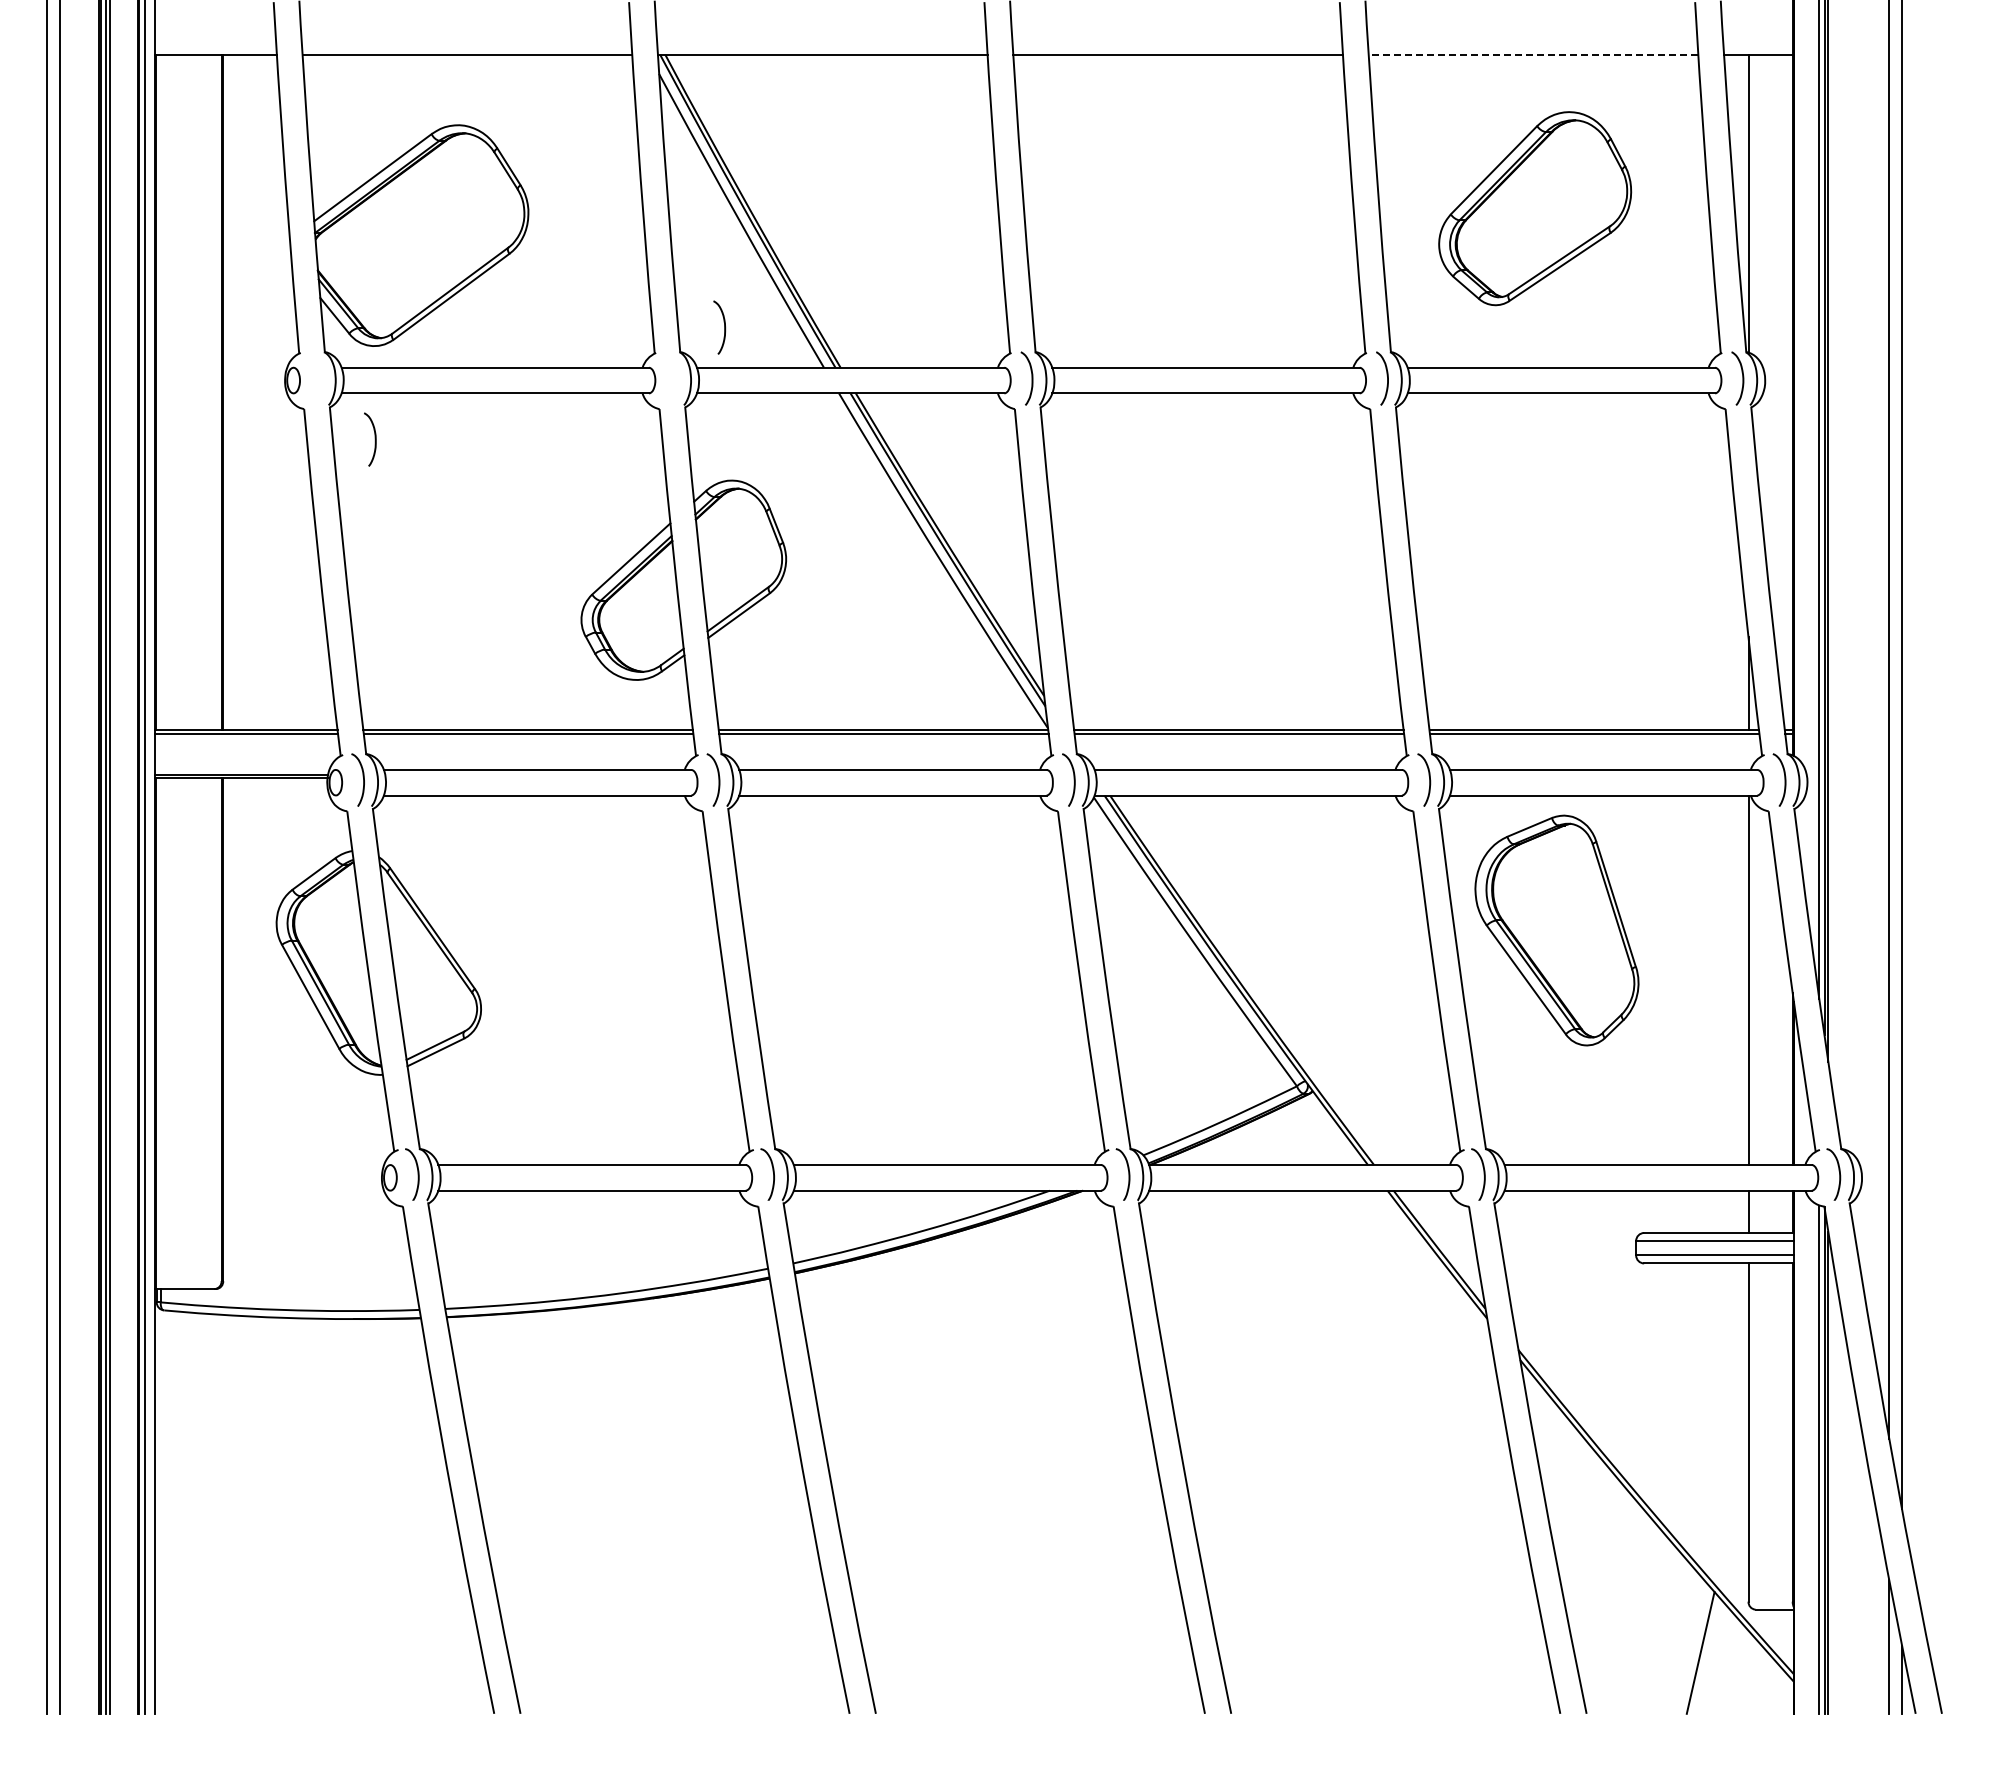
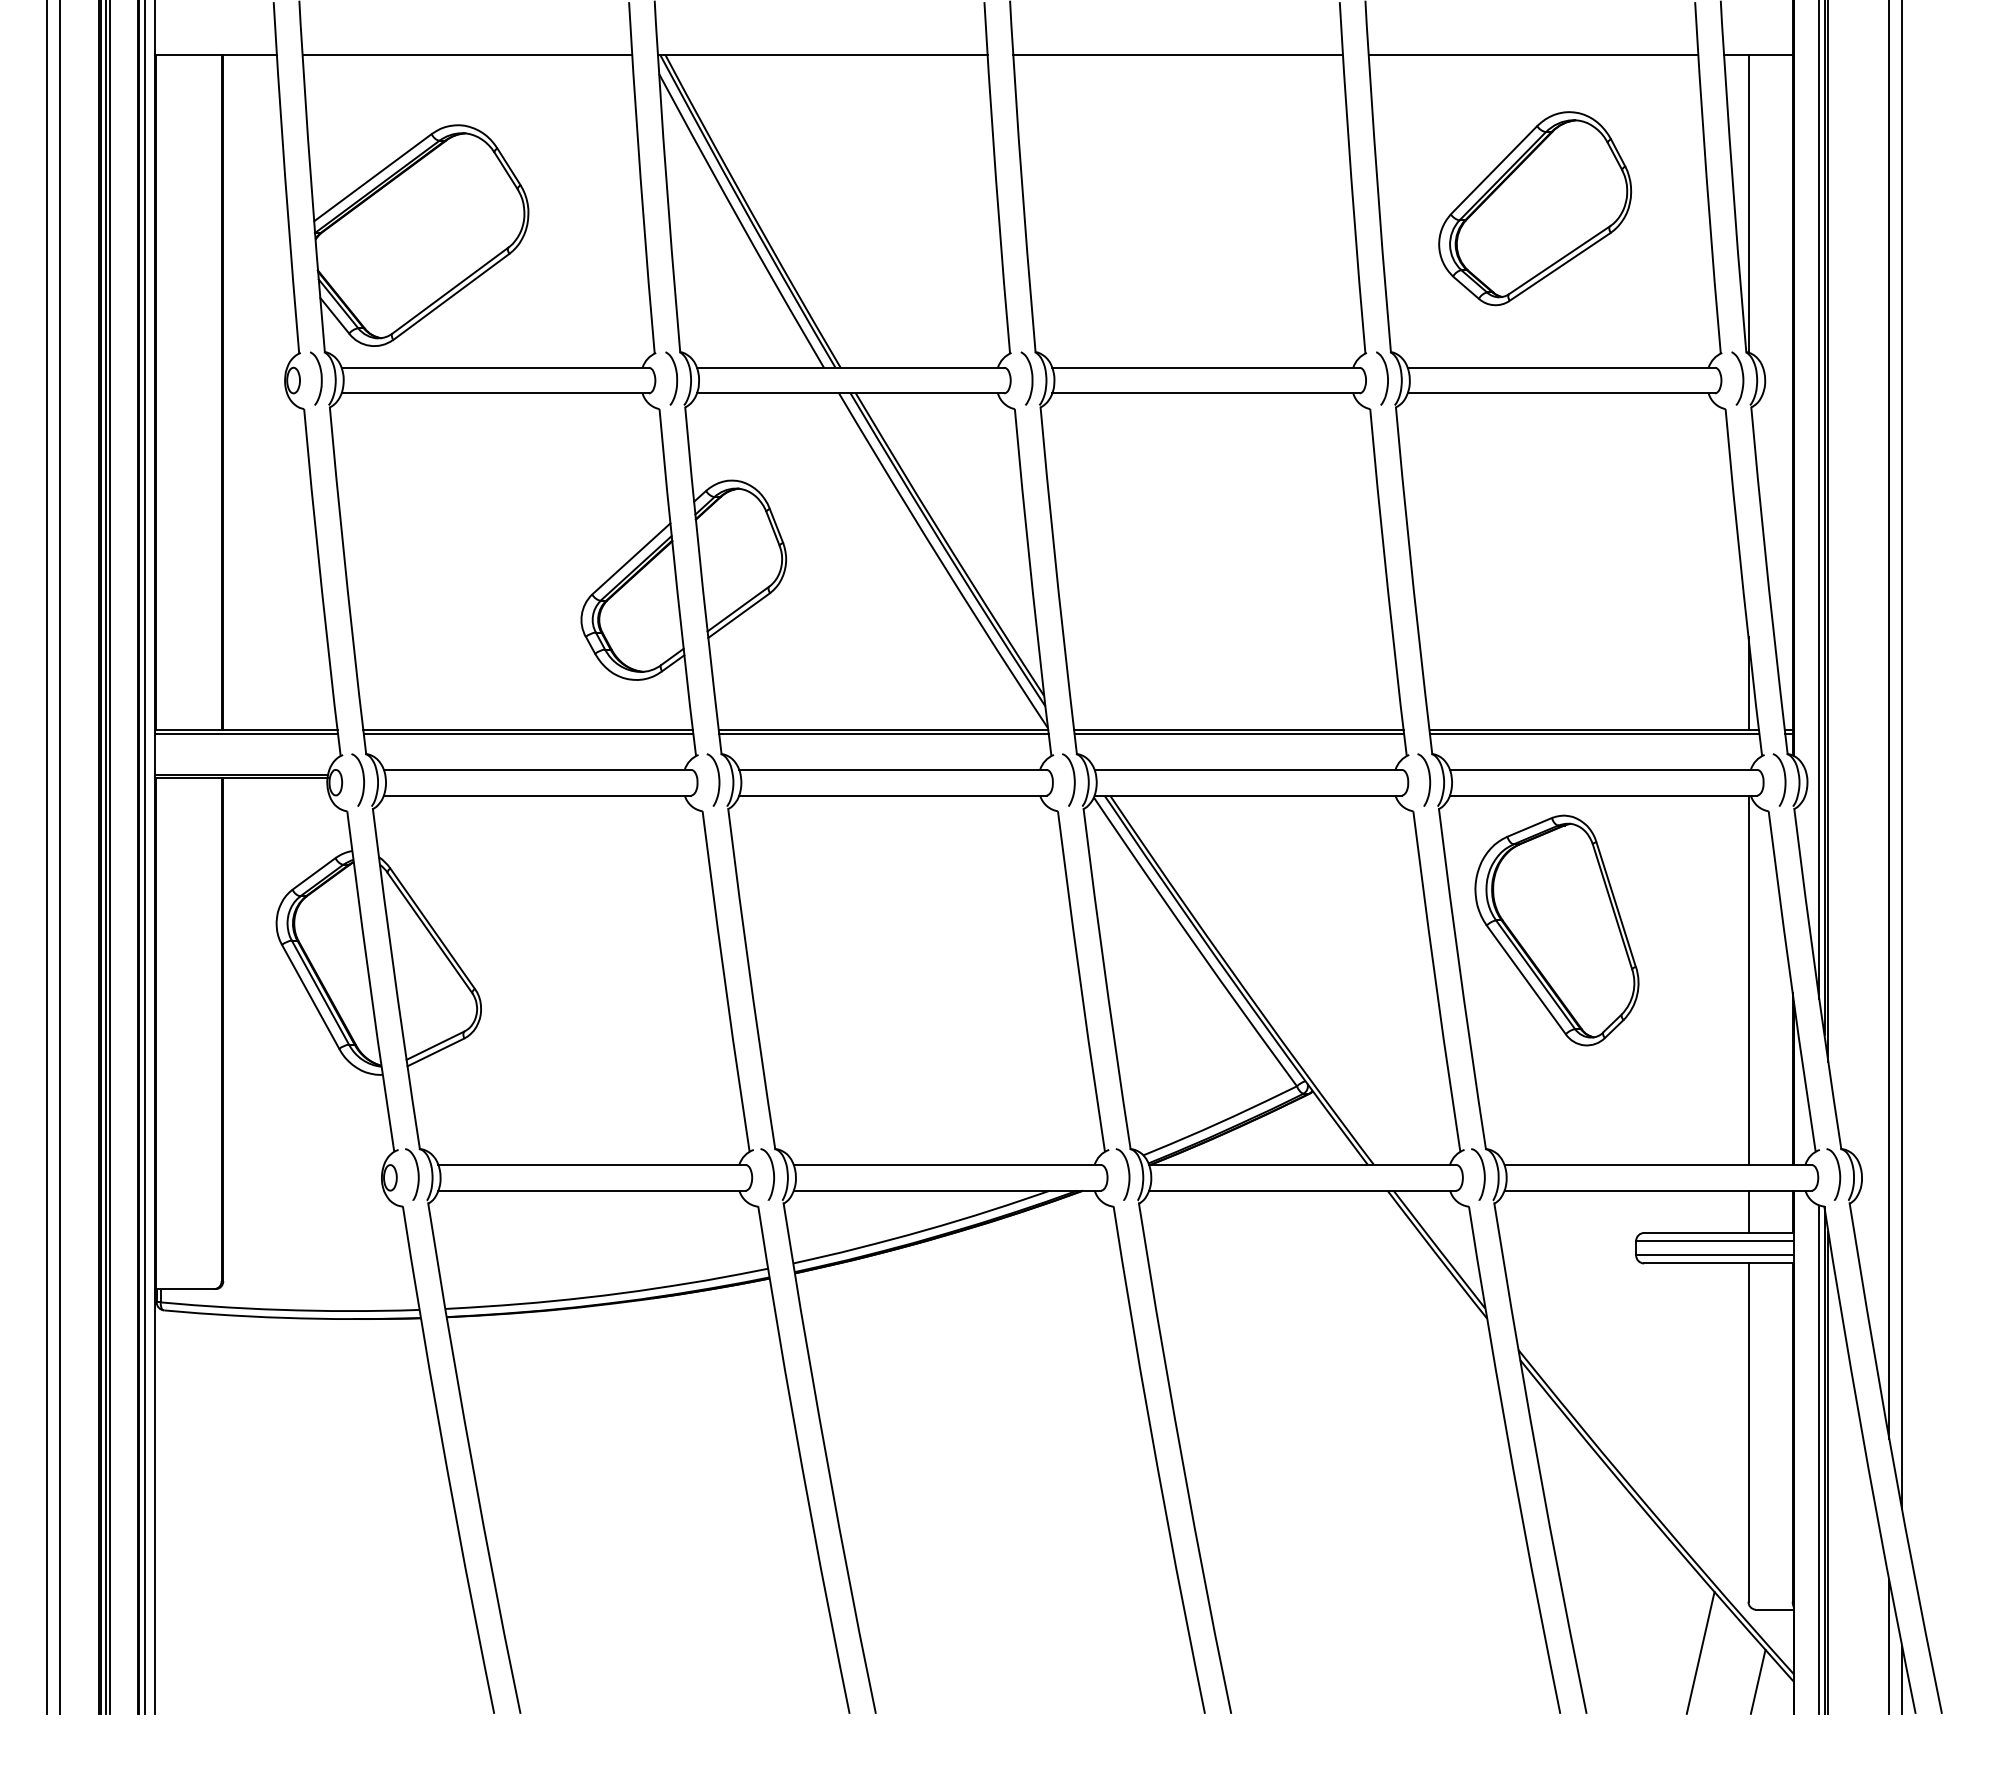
line at (1533, 54): dashed -> solid
curve at (724, 327) position: (724, 327) -> (676, 378)
curve at (374, 439) position: (374, 439) -> (320, 378)
line at (1757, 1681): none -> present
